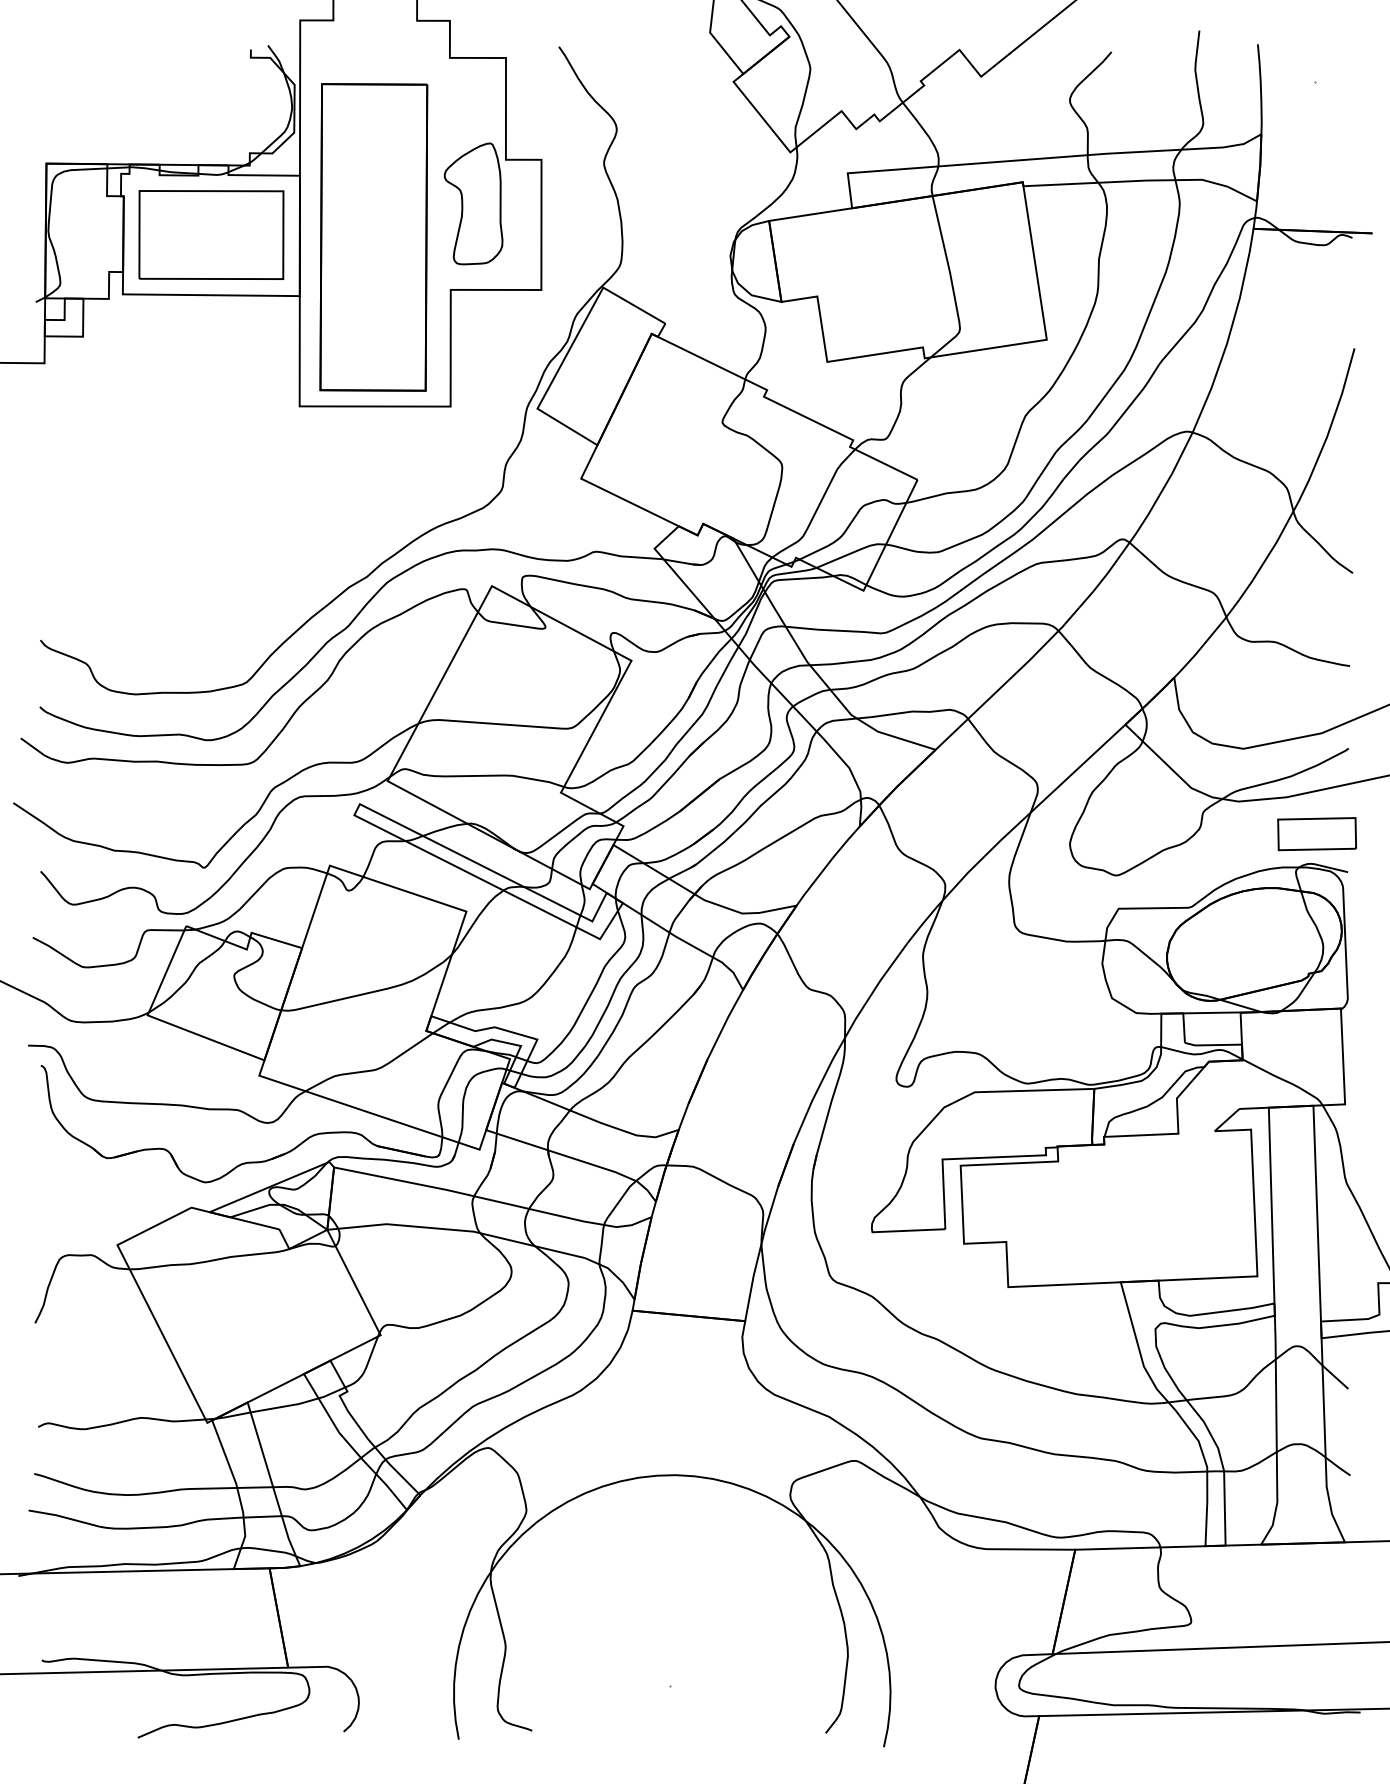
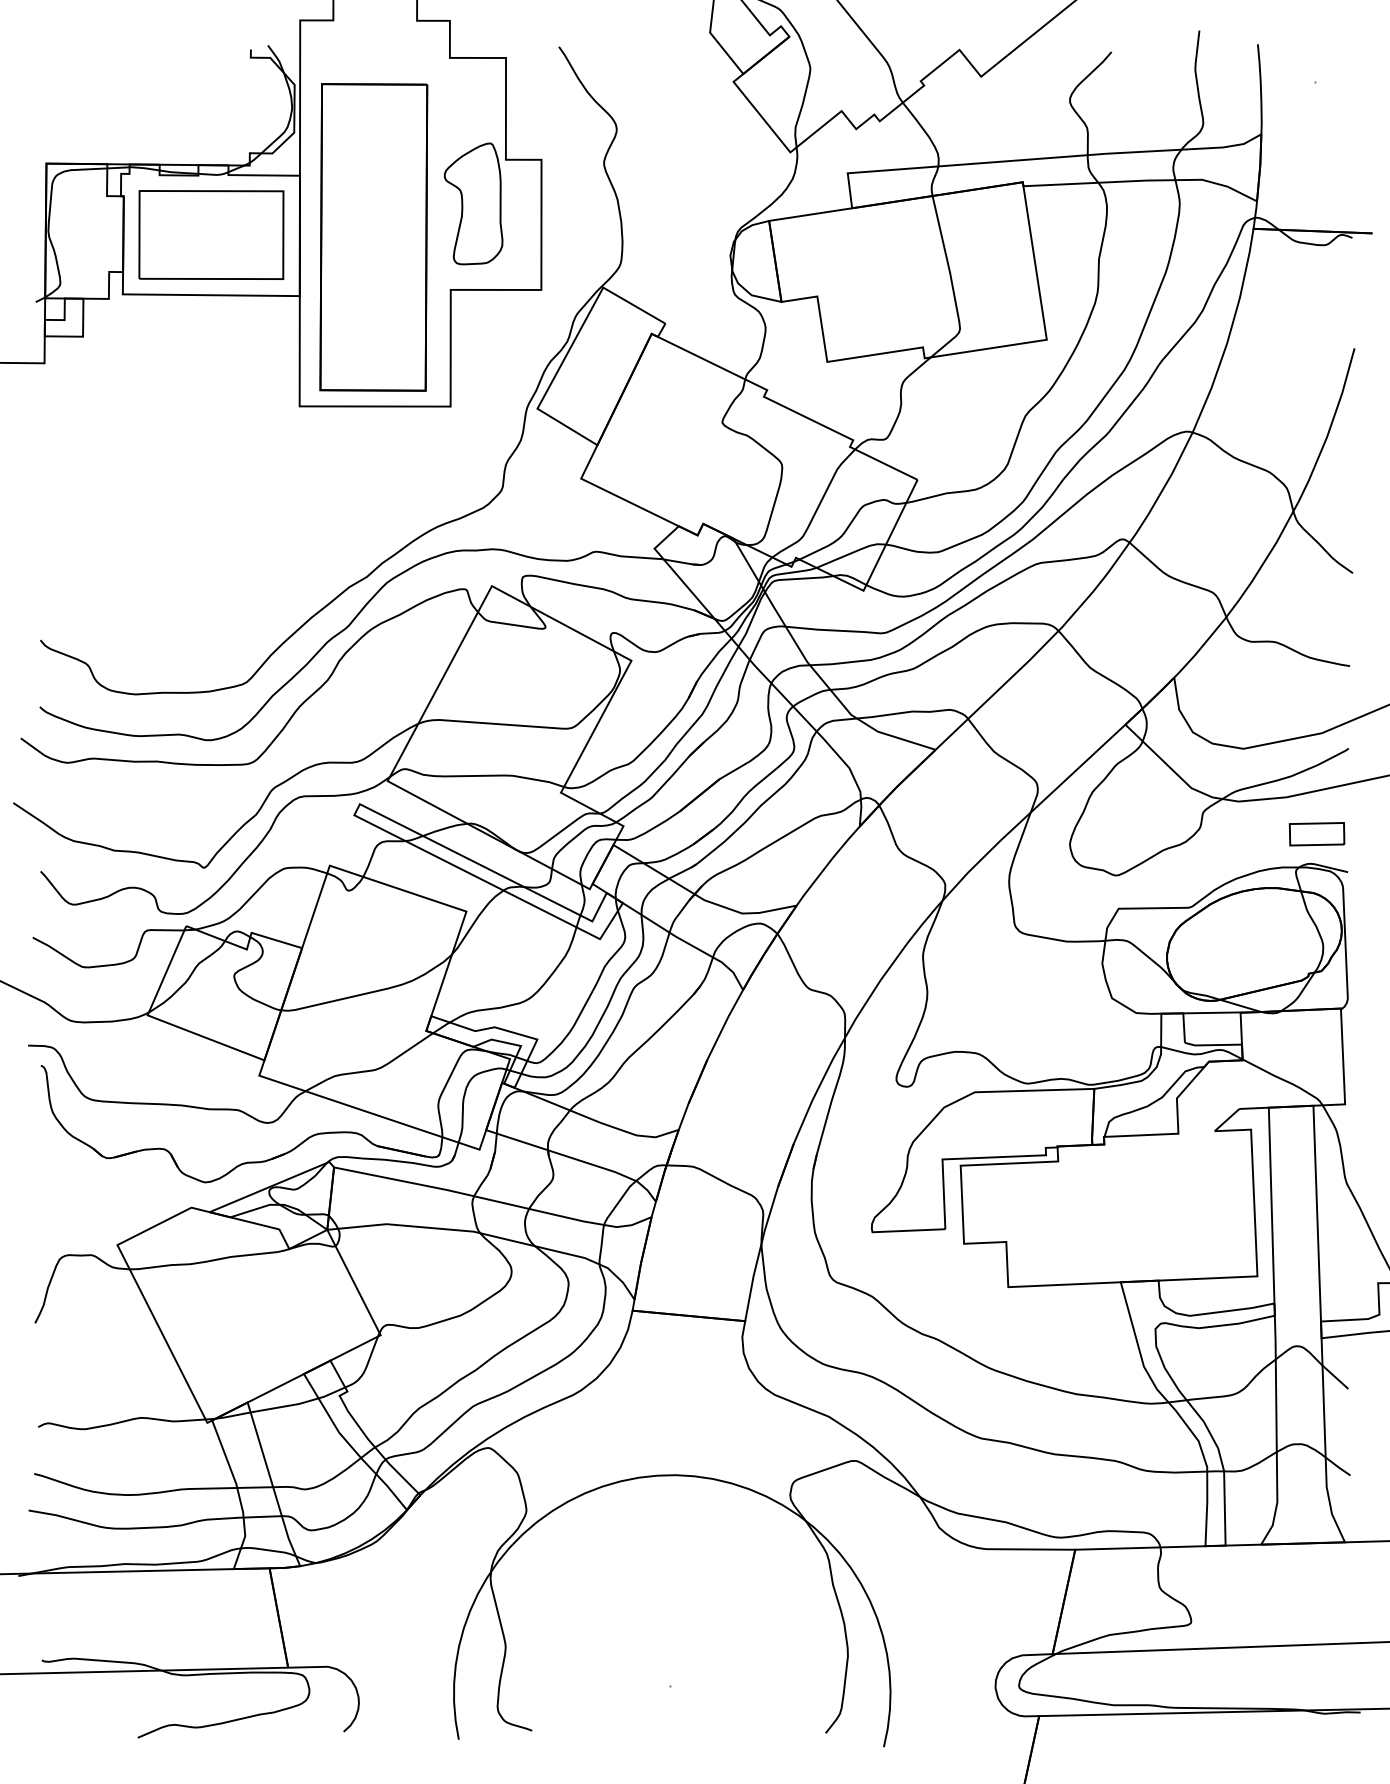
part at (1316, 834) size: 80x35 px -> 58x25 px
